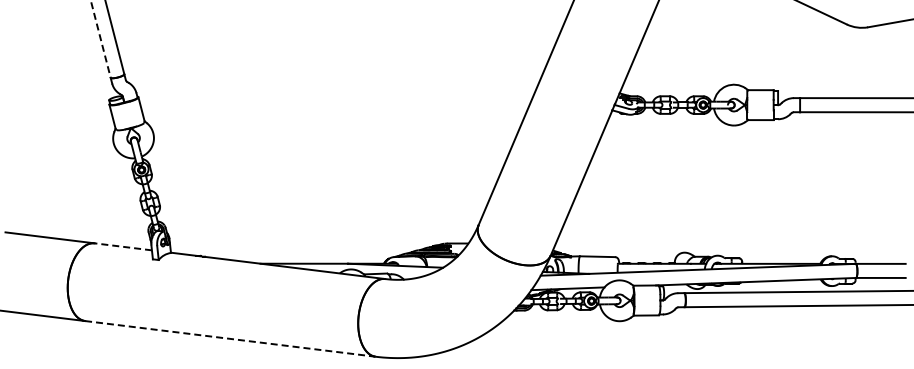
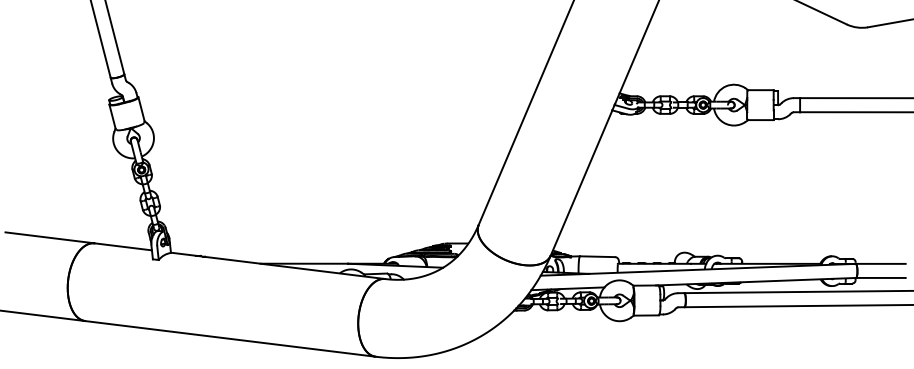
line at (100, 39): dashed -> solid
line at (123, 246): dashed -> solid
line at (230, 338): dashed -> solid
